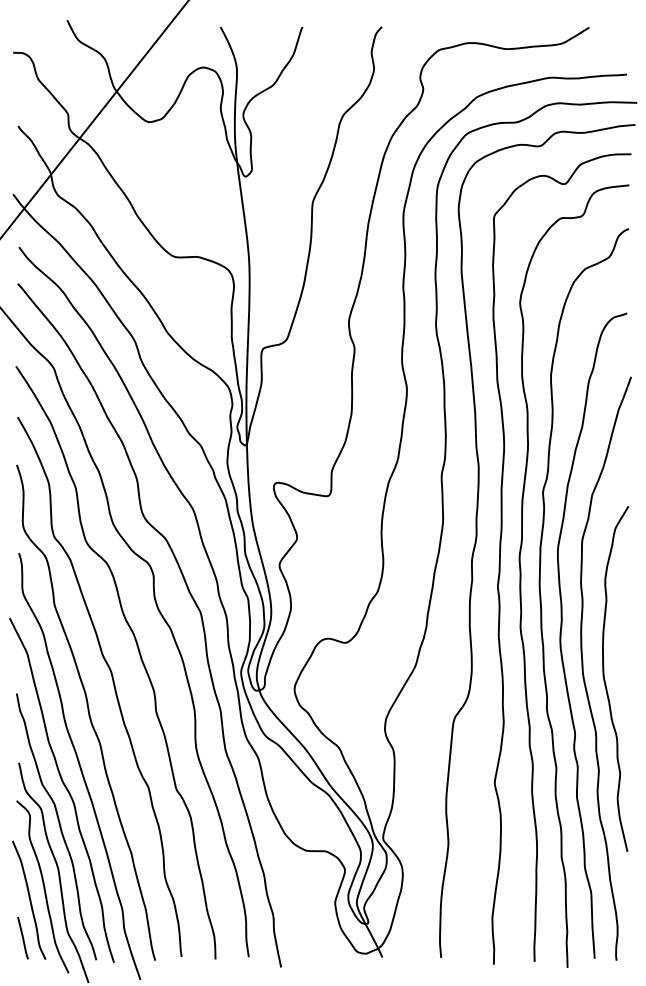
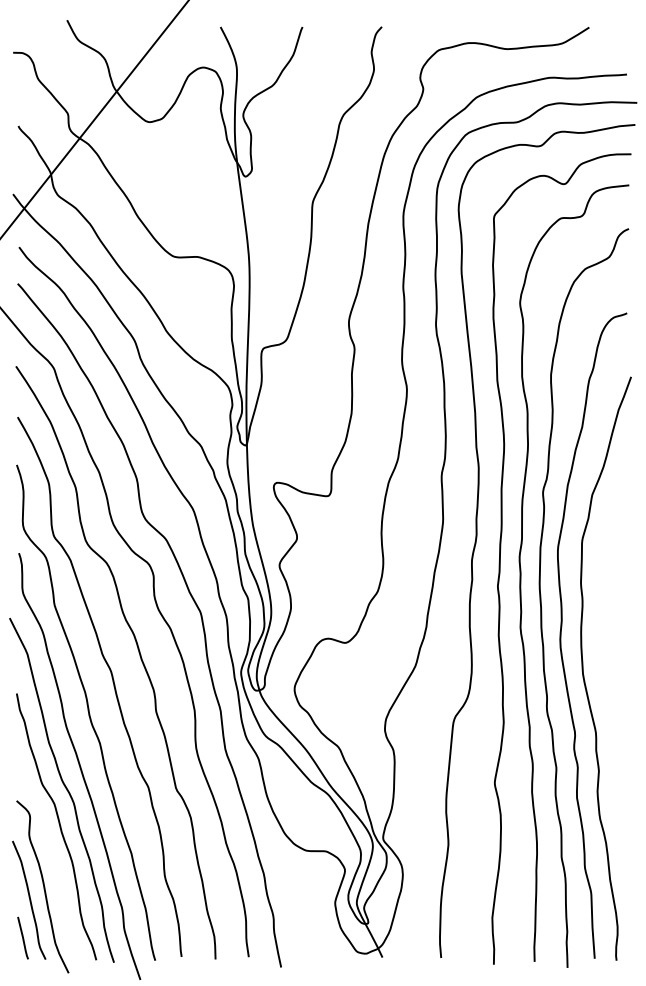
curve at (605, 679): present -> none
curve at (57, 871): present -> none
